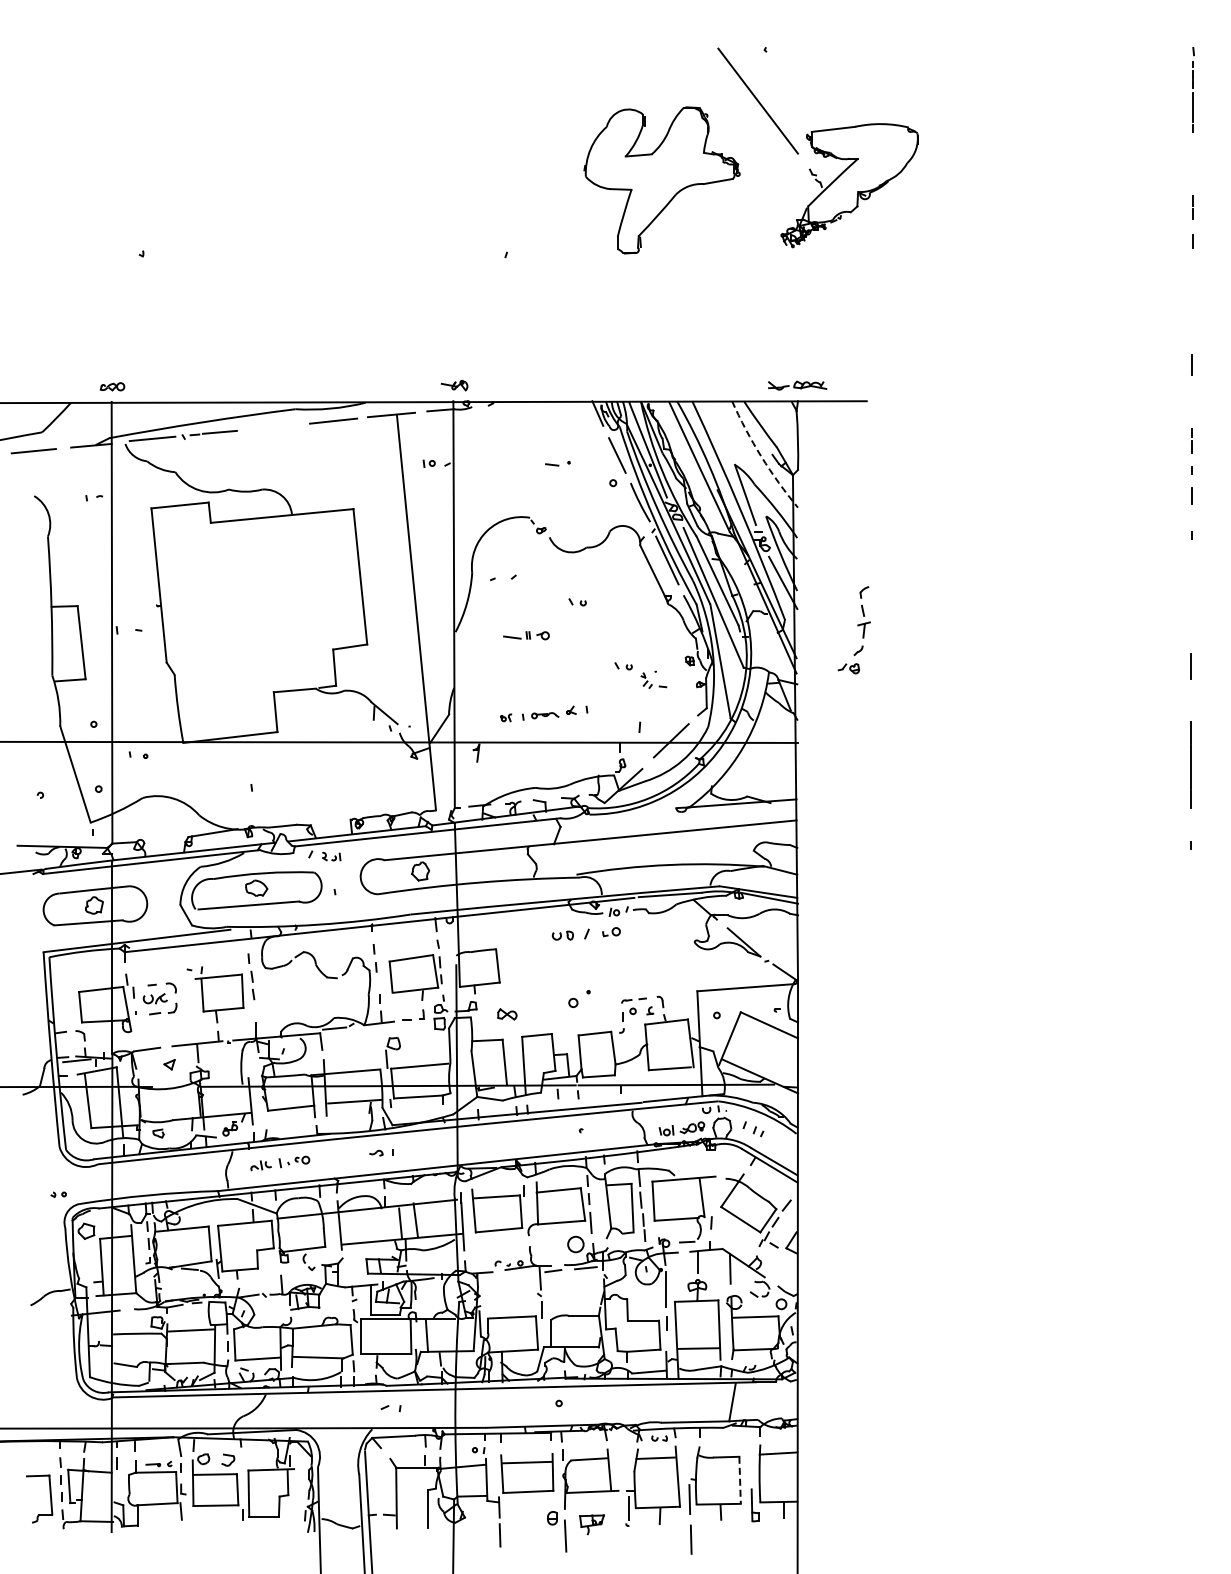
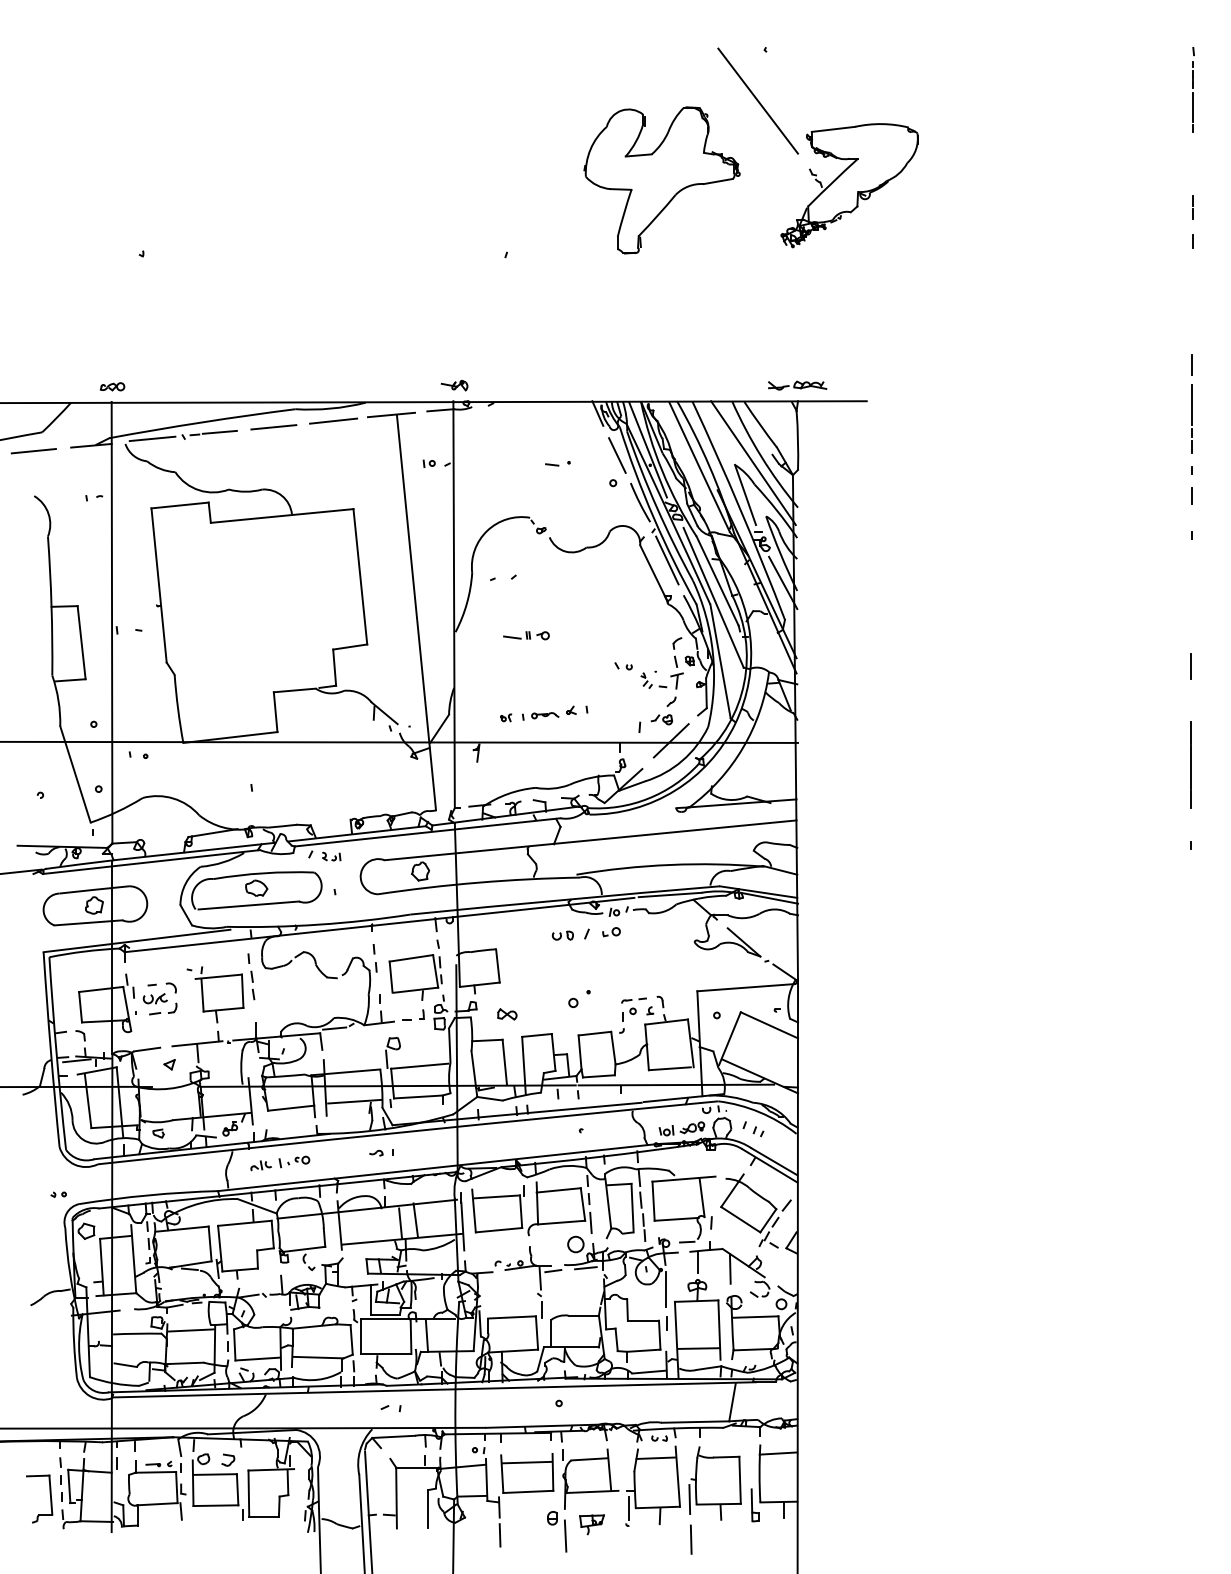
line at (1191, 404): none -> present
line at (273, 427): none -> present
arc at (761, 456): dashed -> solid
line at (753, 463): none -> present
part at (577, 602): present -> none
part at (853, 630) position: (853, 630) -> (666, 681)
line at (740, 1480): dashed -> solid
